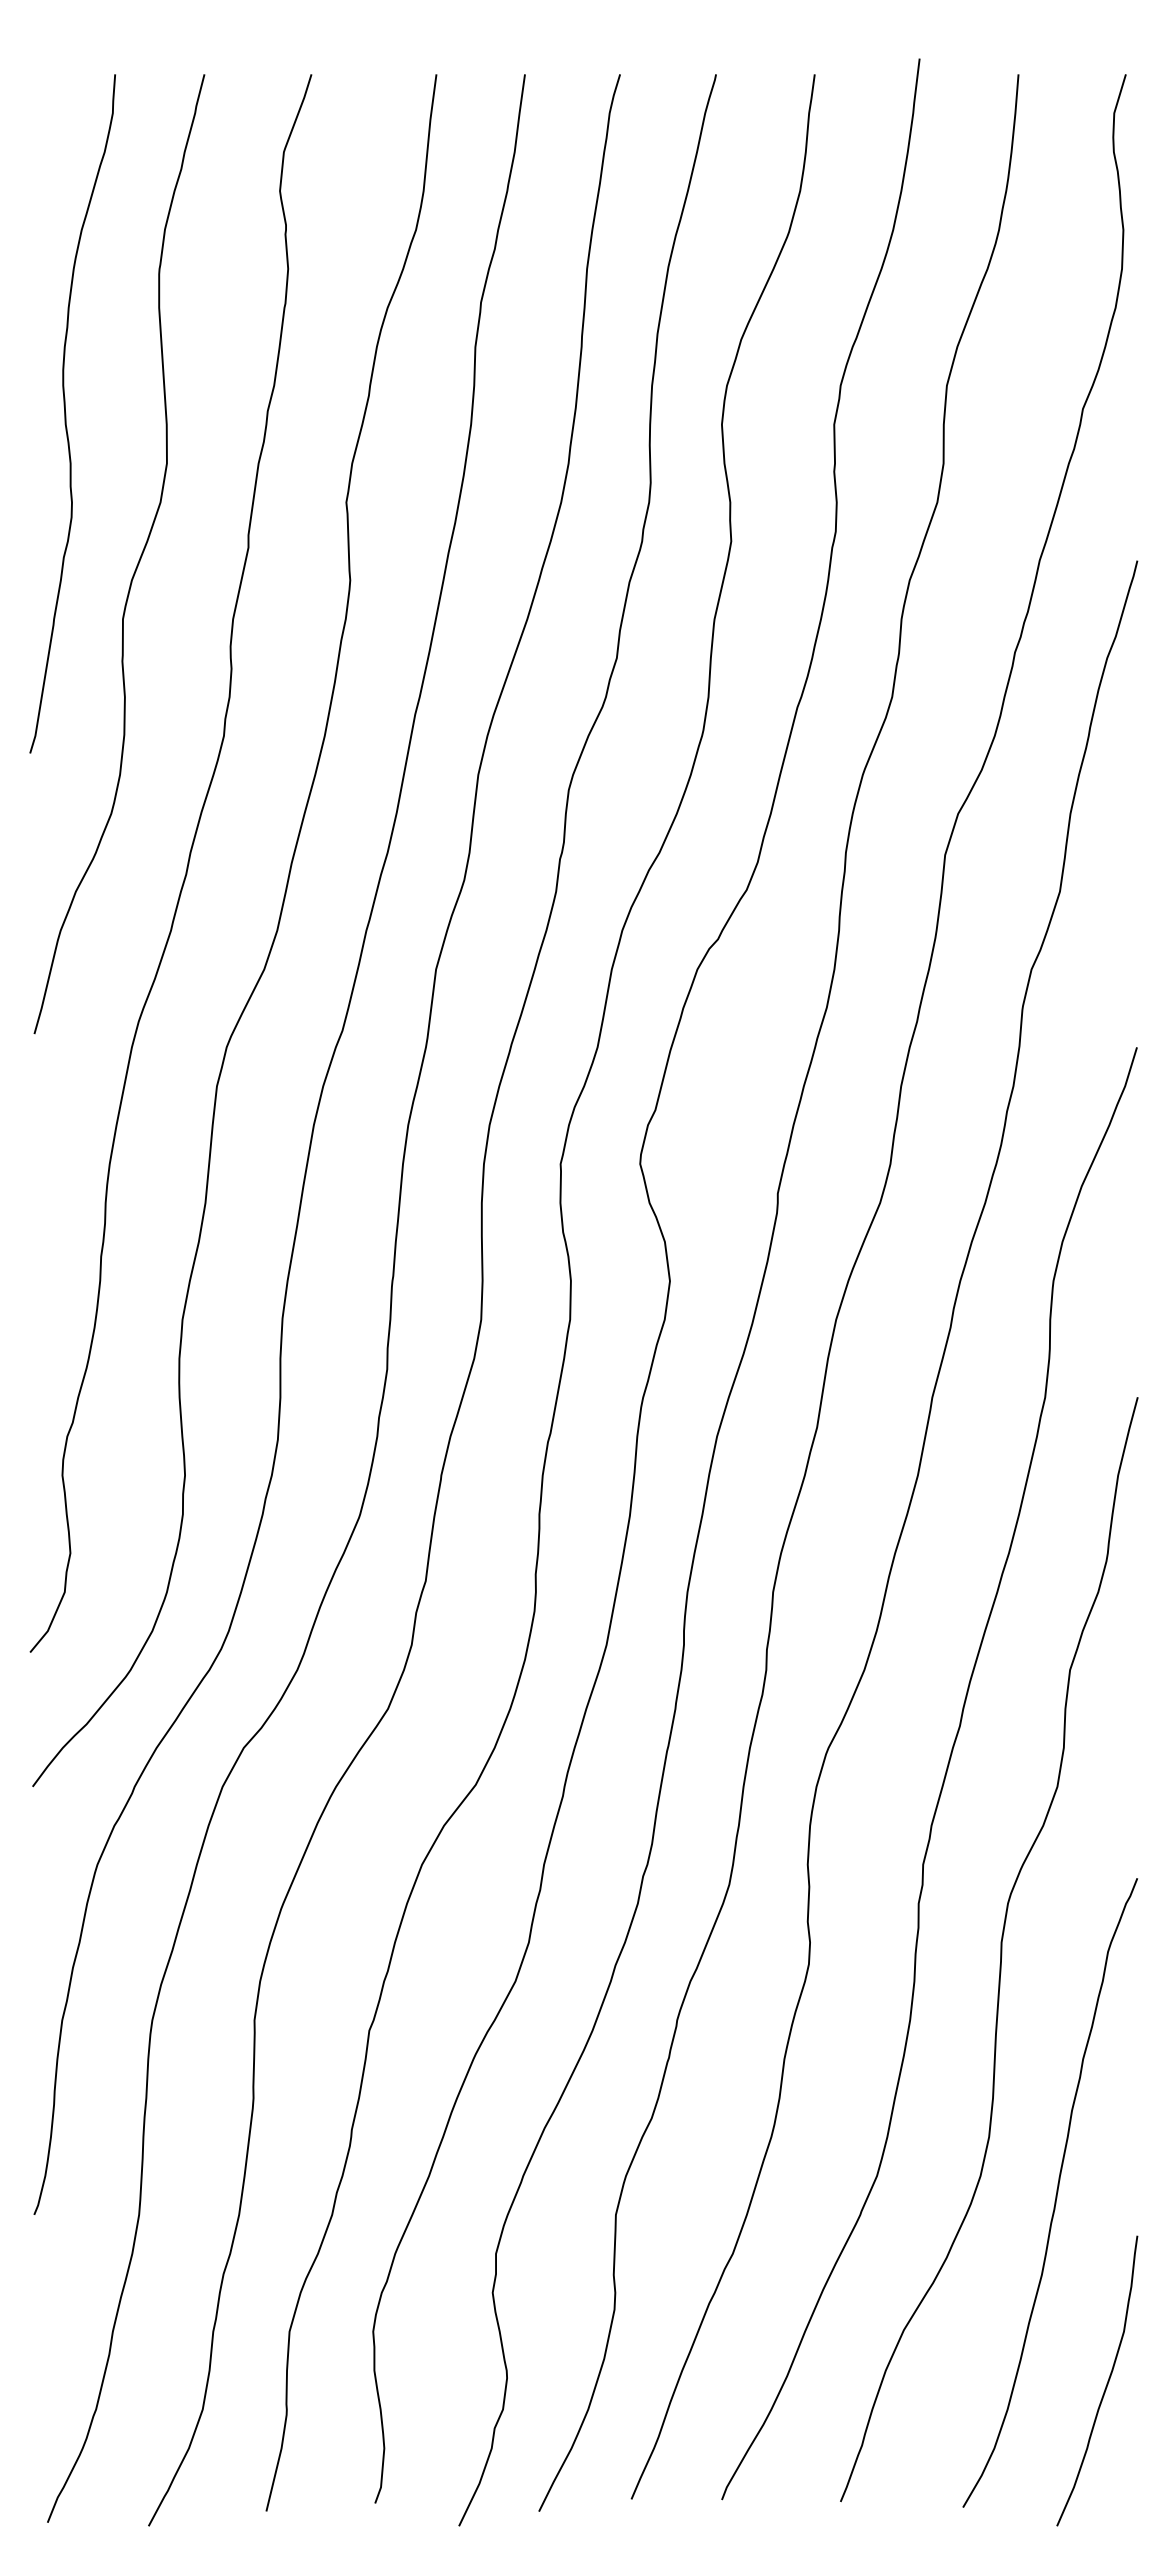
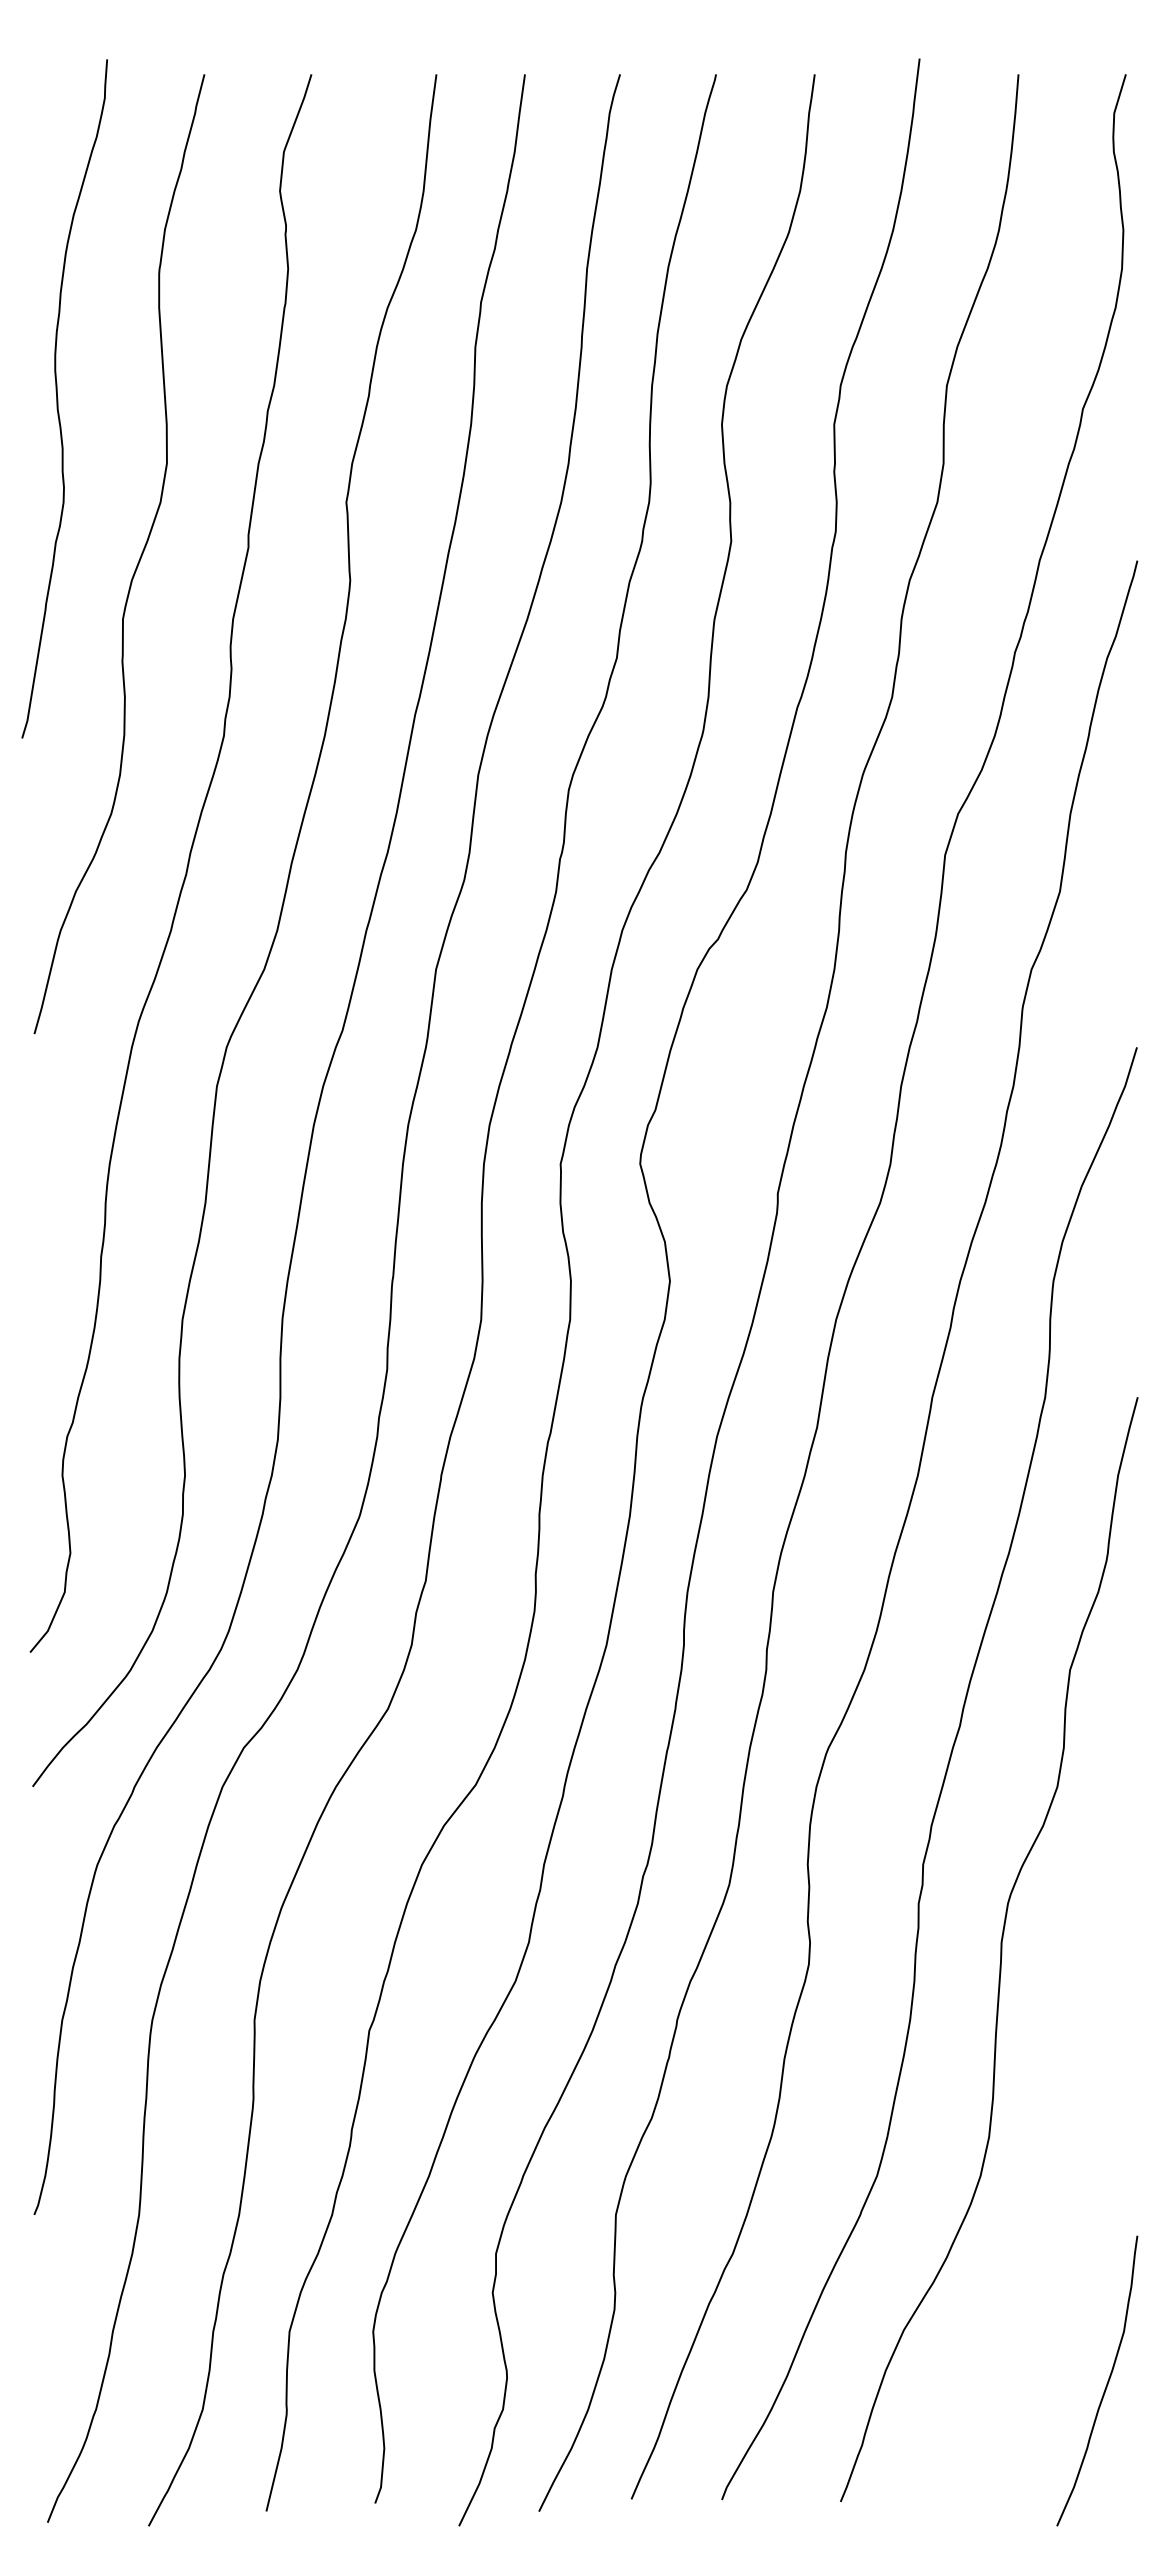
curve at (66, 413) position: (66, 413) -> (58, 398)
curve at (1055, 2195): present -> none
